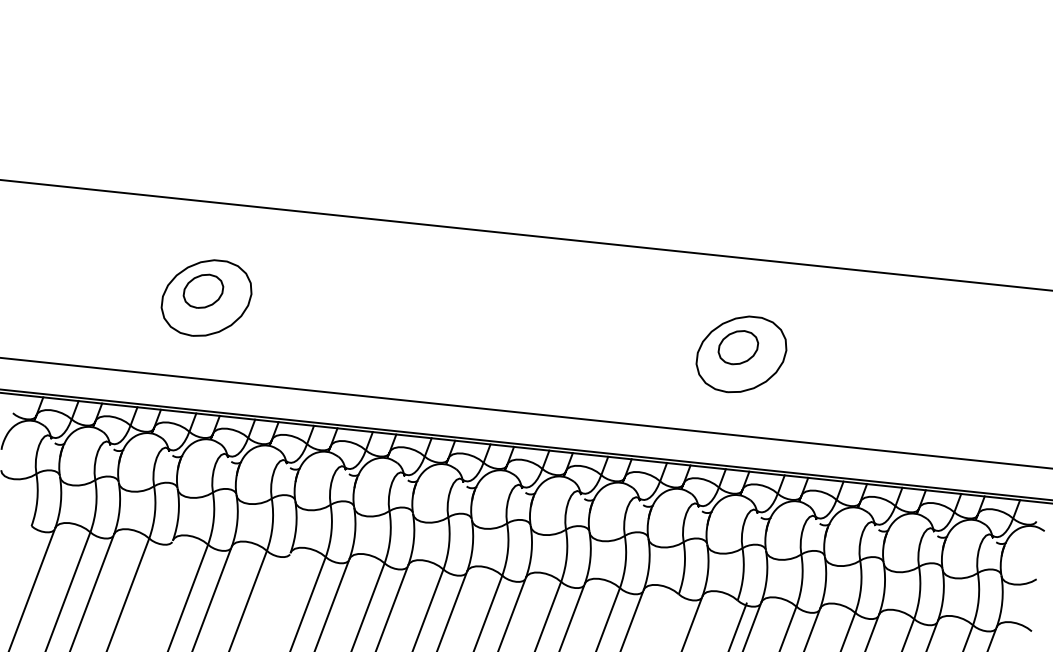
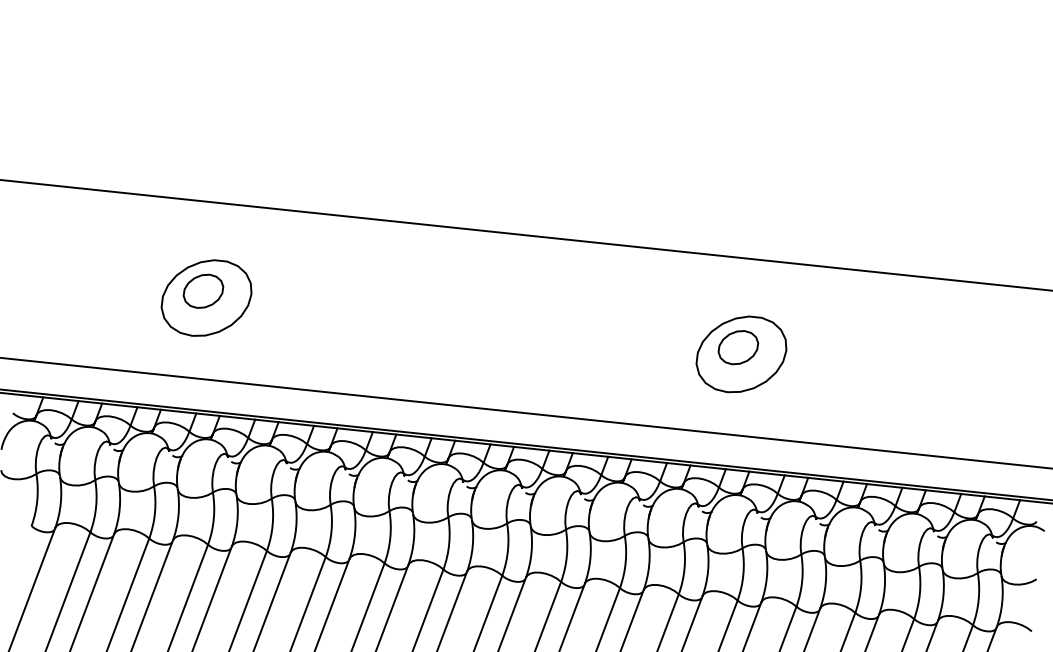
line at (152, 594): none -> present
line at (272, 600): none -> present
line at (668, 621): none -> present
line at (737, 625) position: (737, 625) -> (728, 624)
